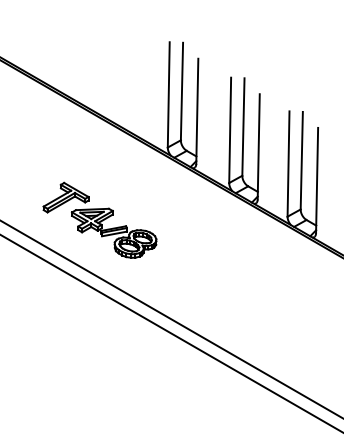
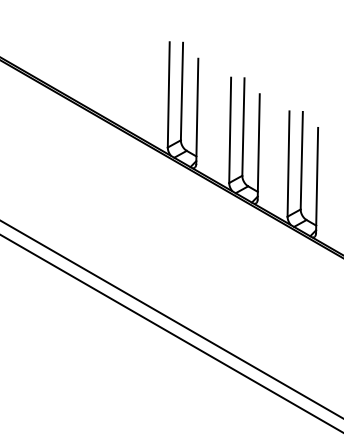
part at (99, 219): present -> none
